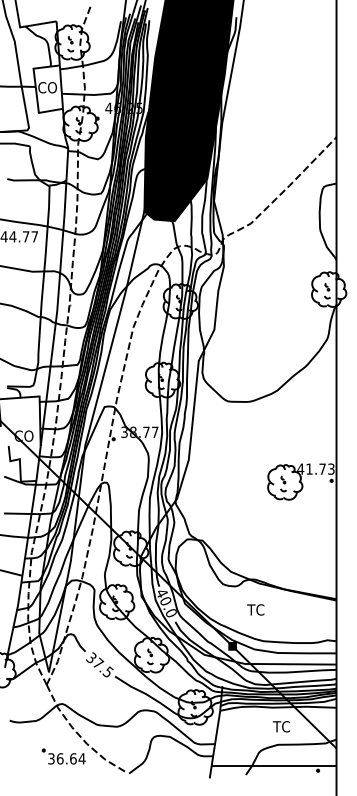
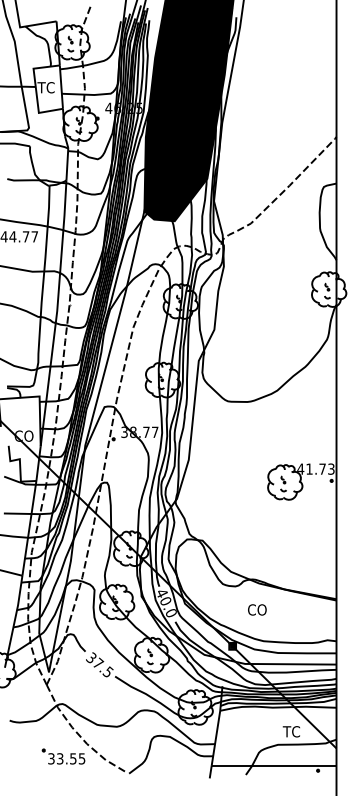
text at (47, 87): CO -> TC
text at (256, 609): TC -> CO
text at (280, 726) position: (280, 726) -> (290, 731)
text at (70, 758): 36.64 -> 33.55
